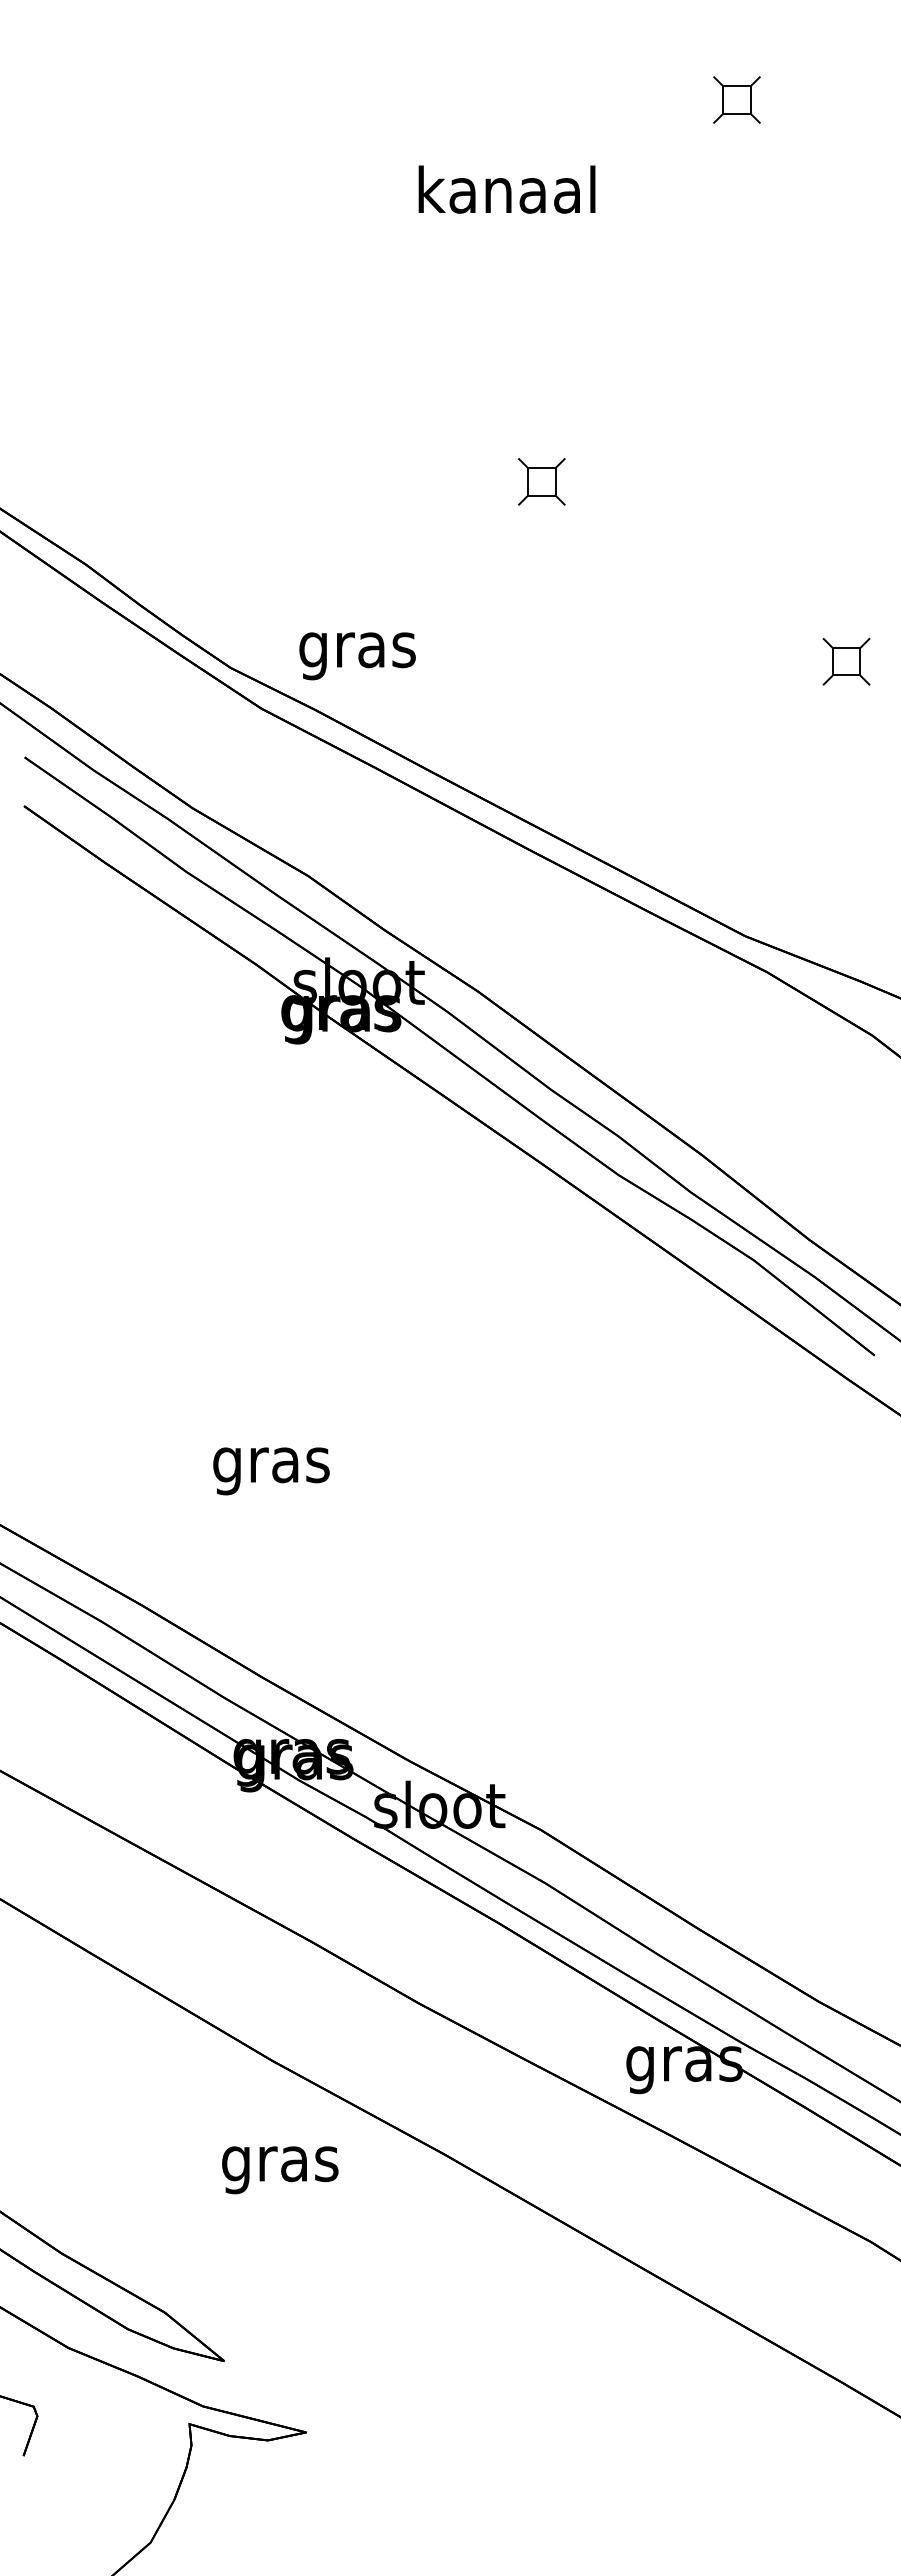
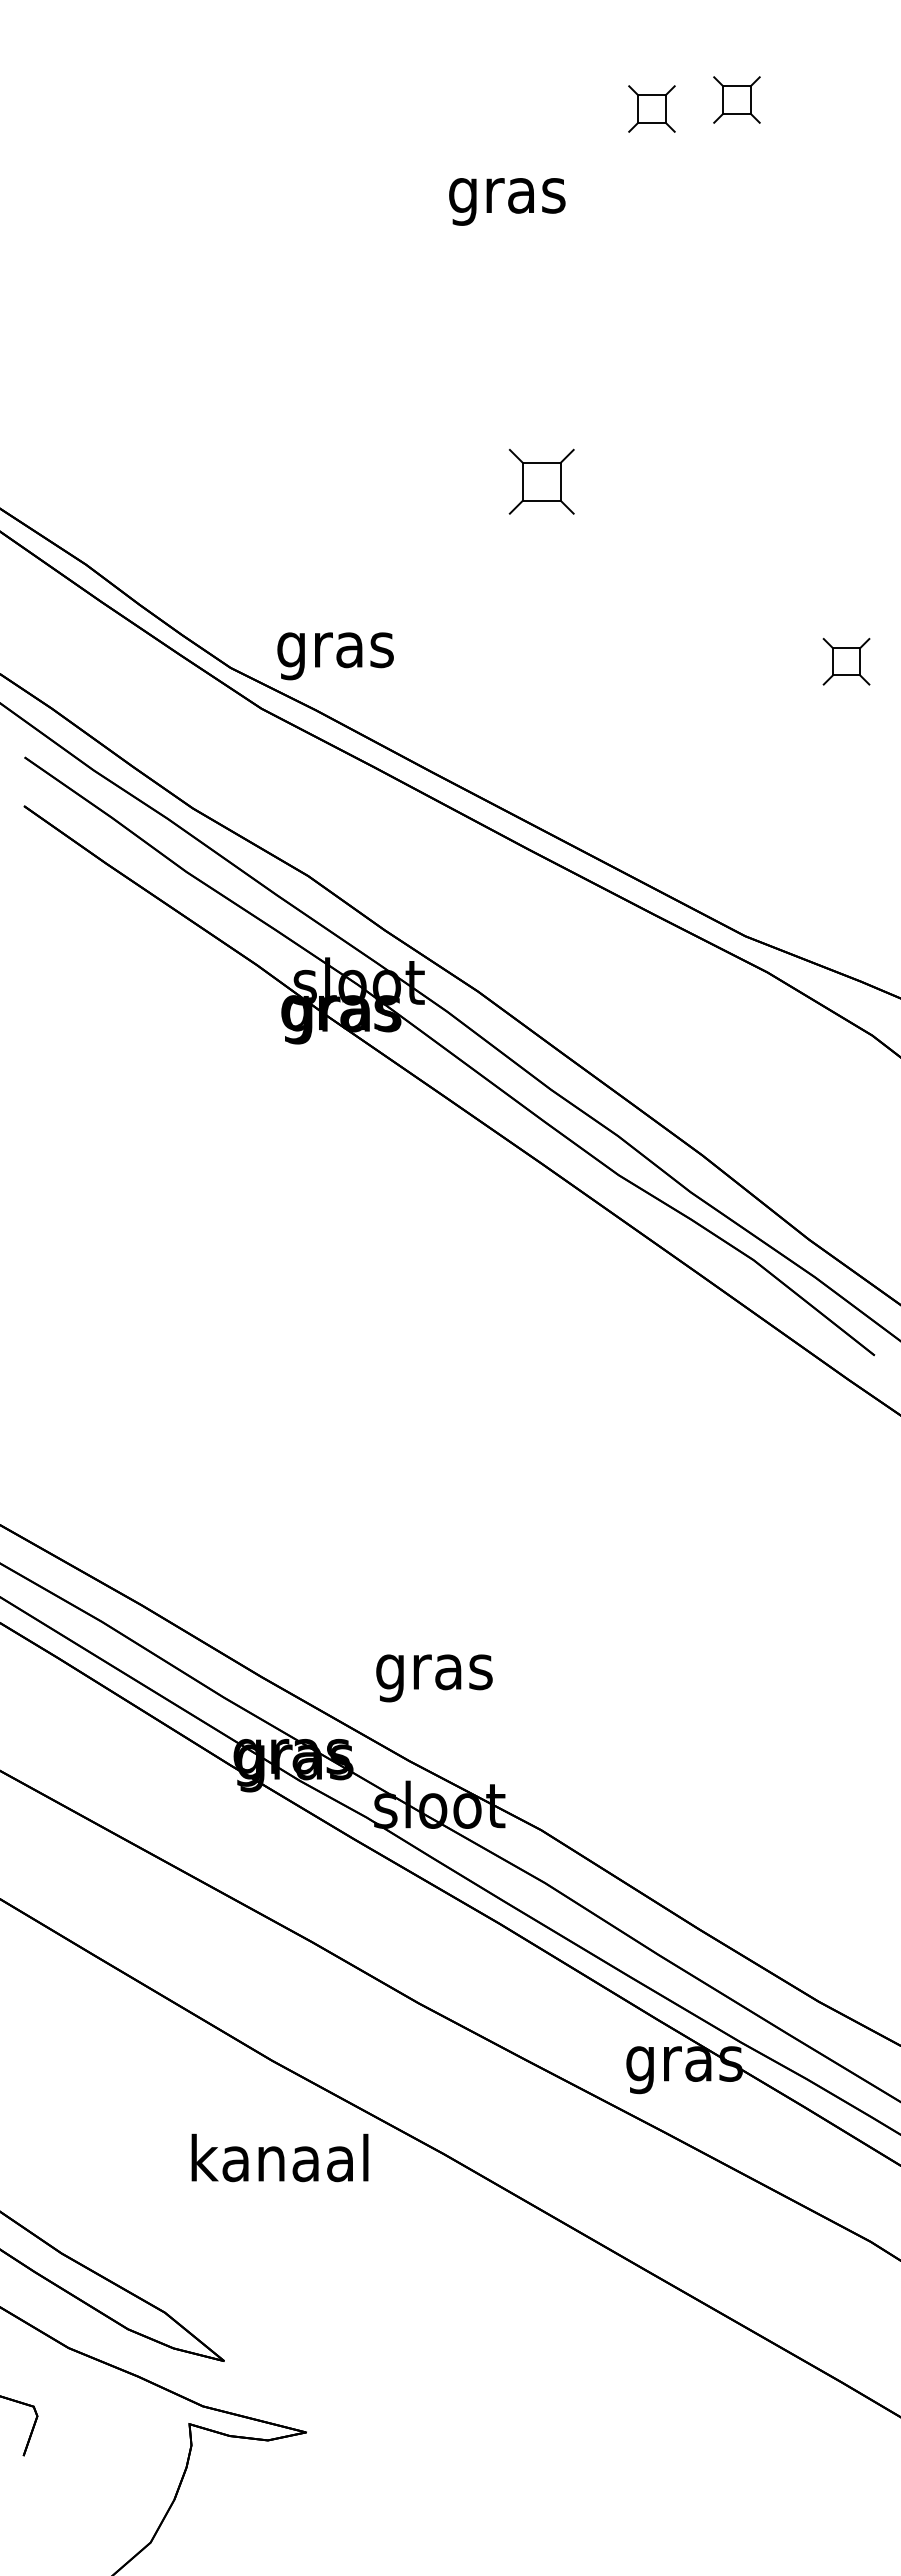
part at (651, 108): none -> present
text at (506, 195): kanaal -> gras
part at (541, 481) size: 48x48 px -> 67x67 px
text at (357, 656) position: (357, 656) -> (335, 656)
text at (271, 1471) position: (271, 1471) -> (434, 1678)
text at (279, 2163): gras -> kanaal
